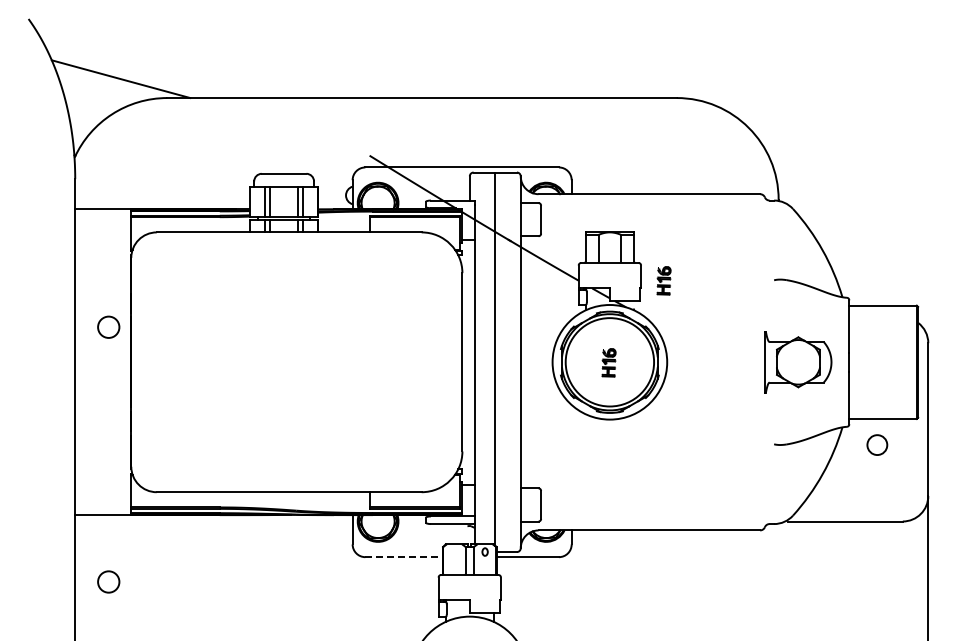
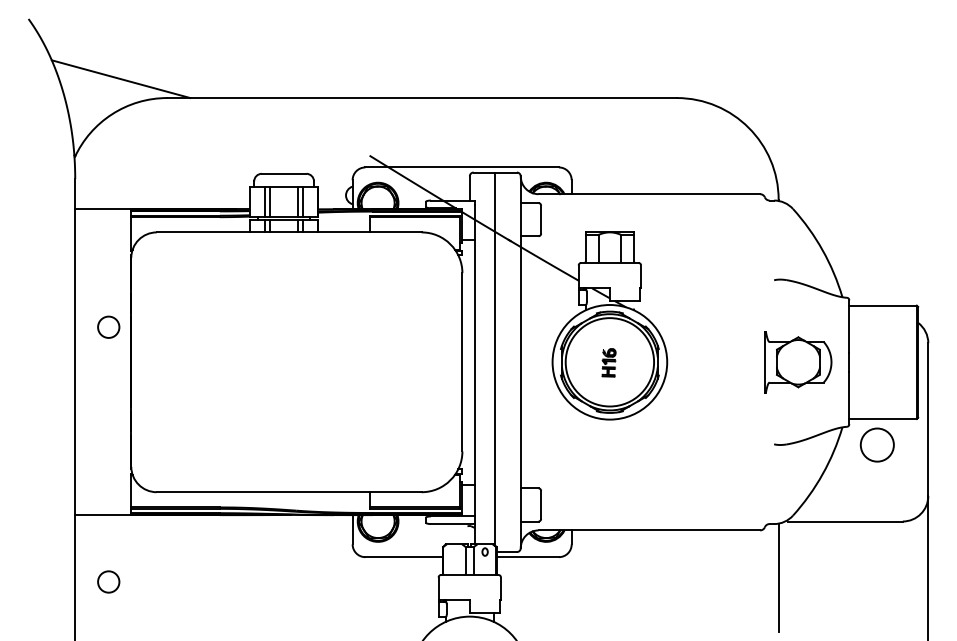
part at (663, 280): present -> none
circle at (877, 445) diameter: 20 px -> 33 px
line at (404, 557): dashed -> solid
line at (778, 577): none -> present
